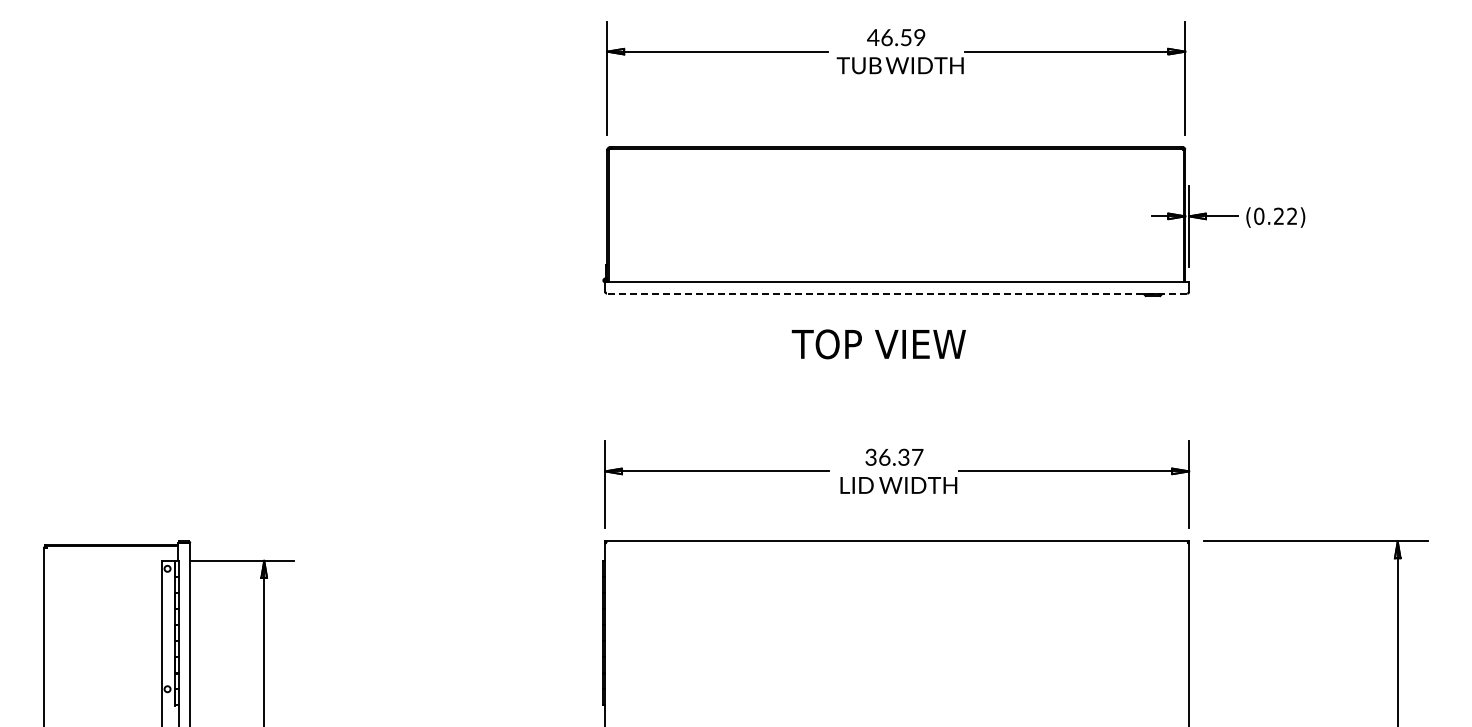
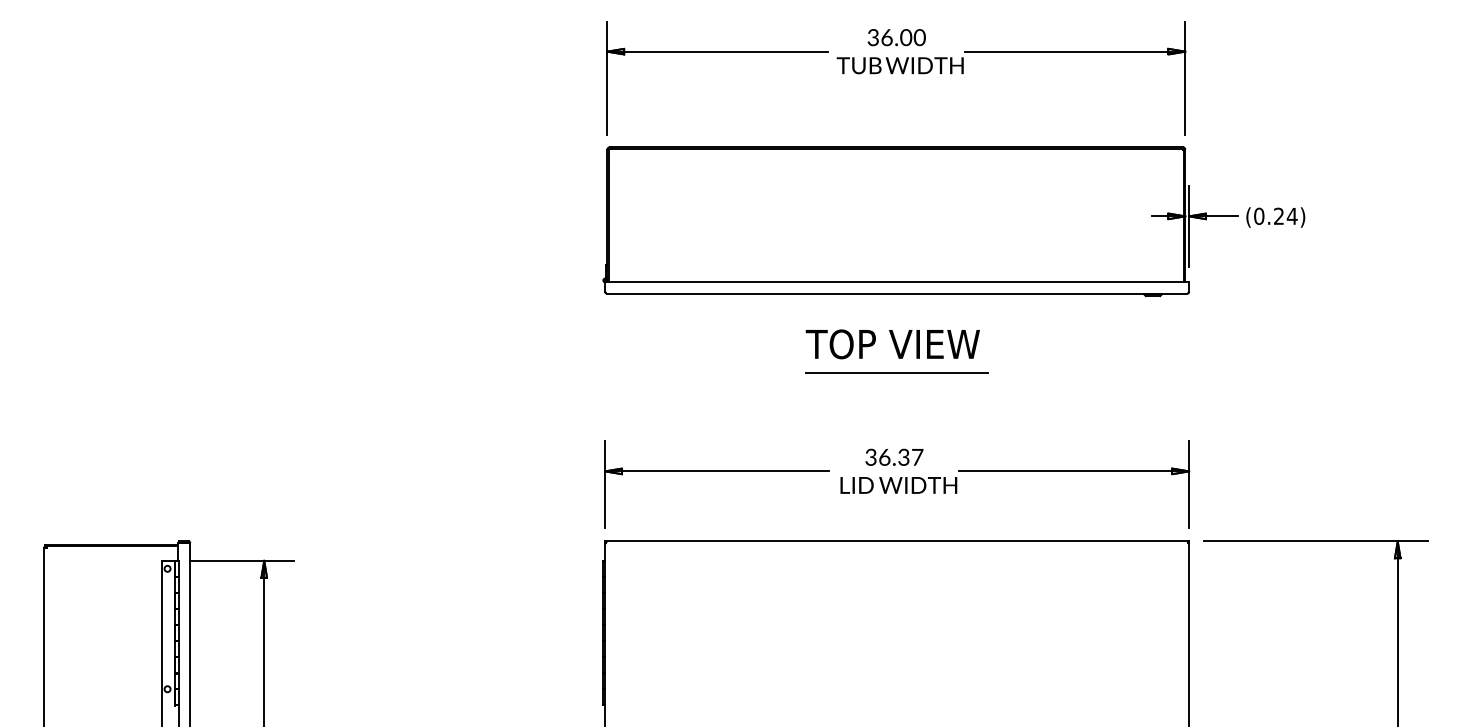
text at (896, 37): 46.59 -> 36.00
text at (1291, 215): (0.22) -> (0.24)
line at (896, 293): dashed -> solid
text at (878, 344) position: (878, 344) -> (892, 344)
line at (896, 372): none -> present
